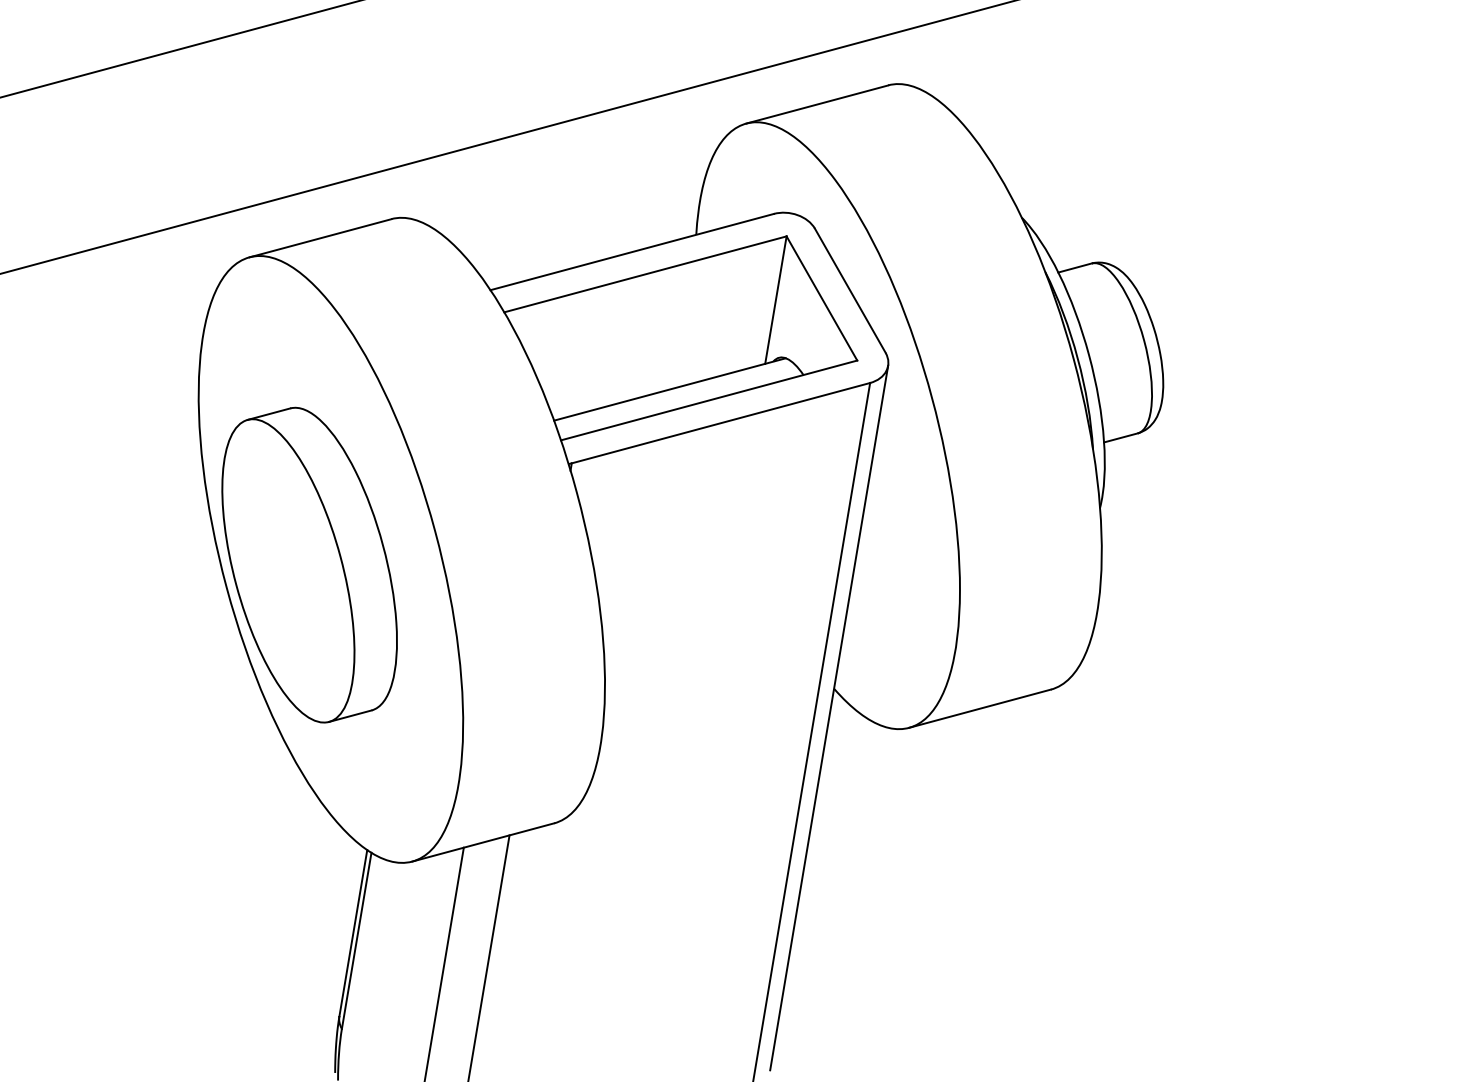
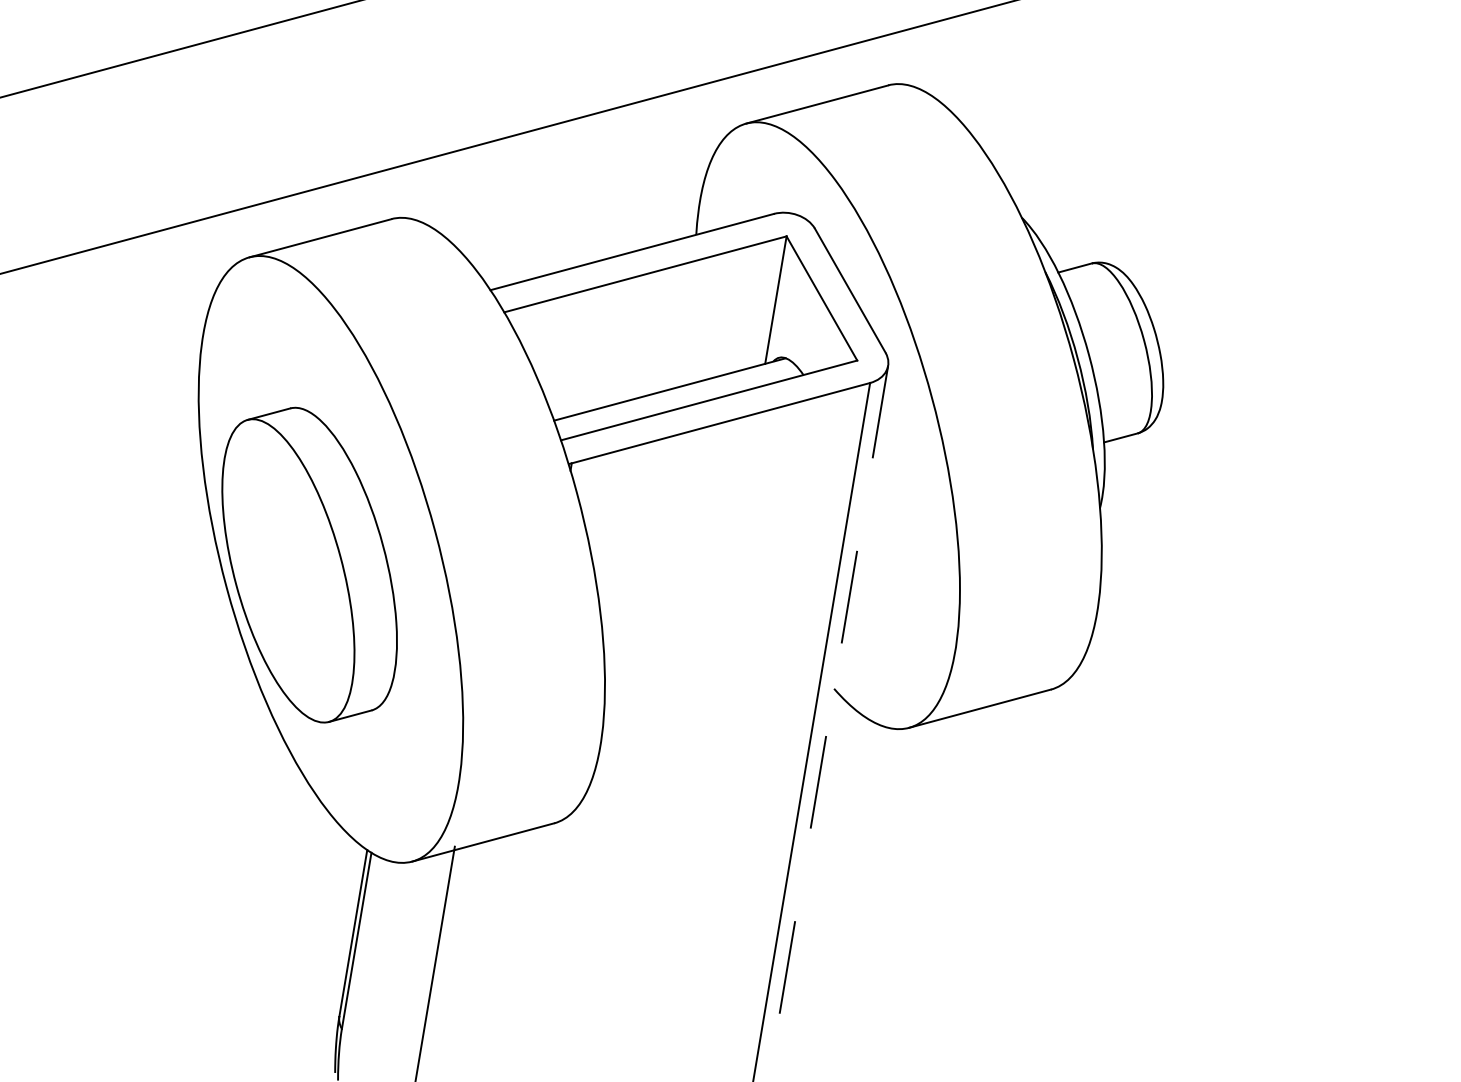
line at (829, 718): solid -> dashed
line at (488, 956): present -> none
line at (444, 962) position: (444, 962) -> (434, 962)
